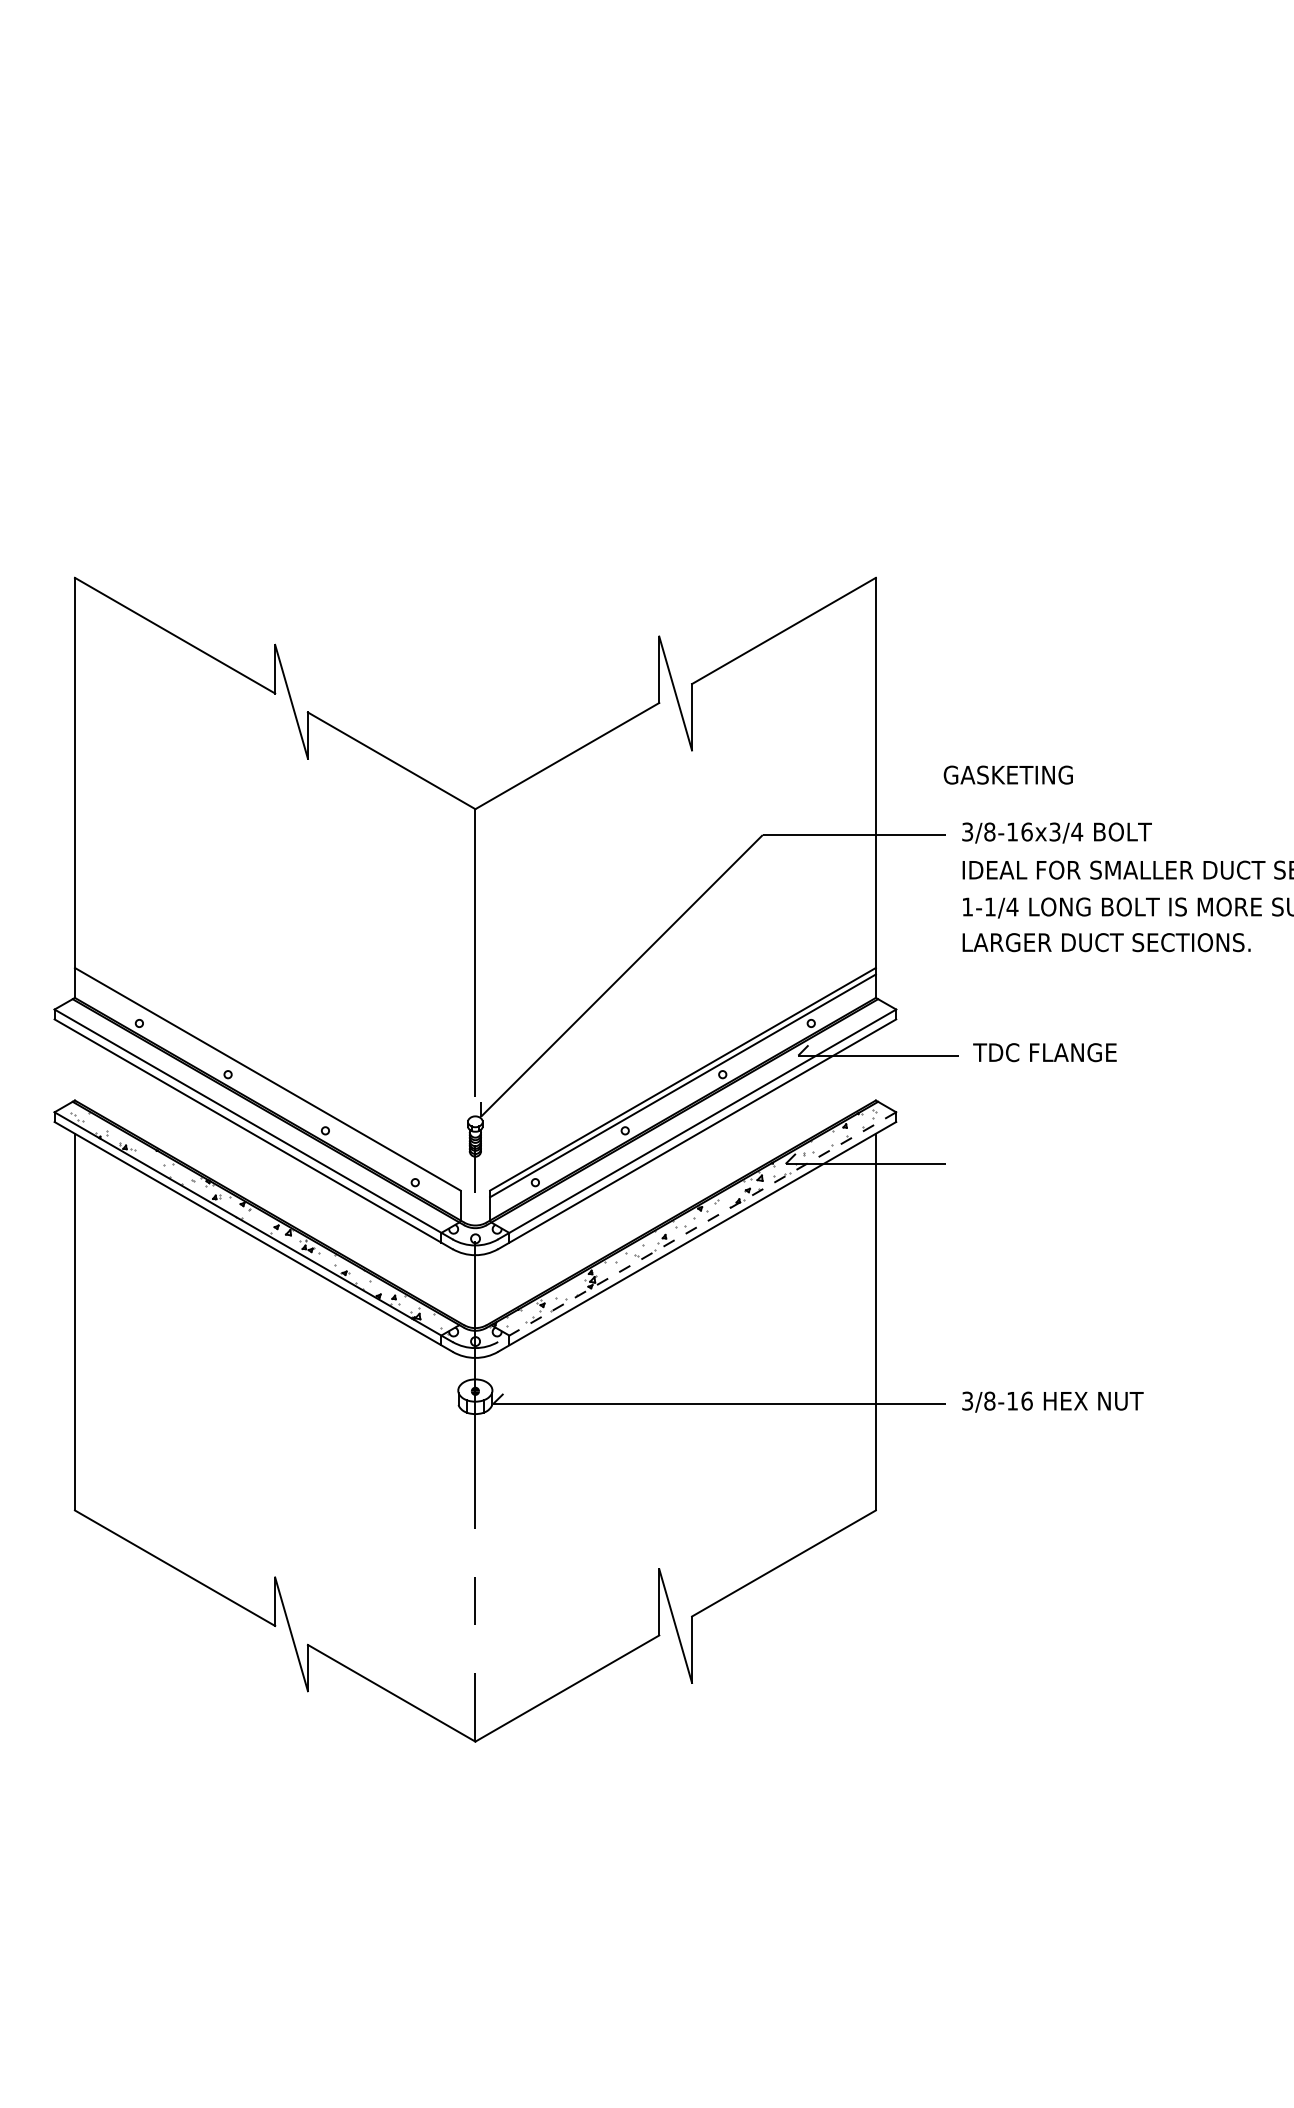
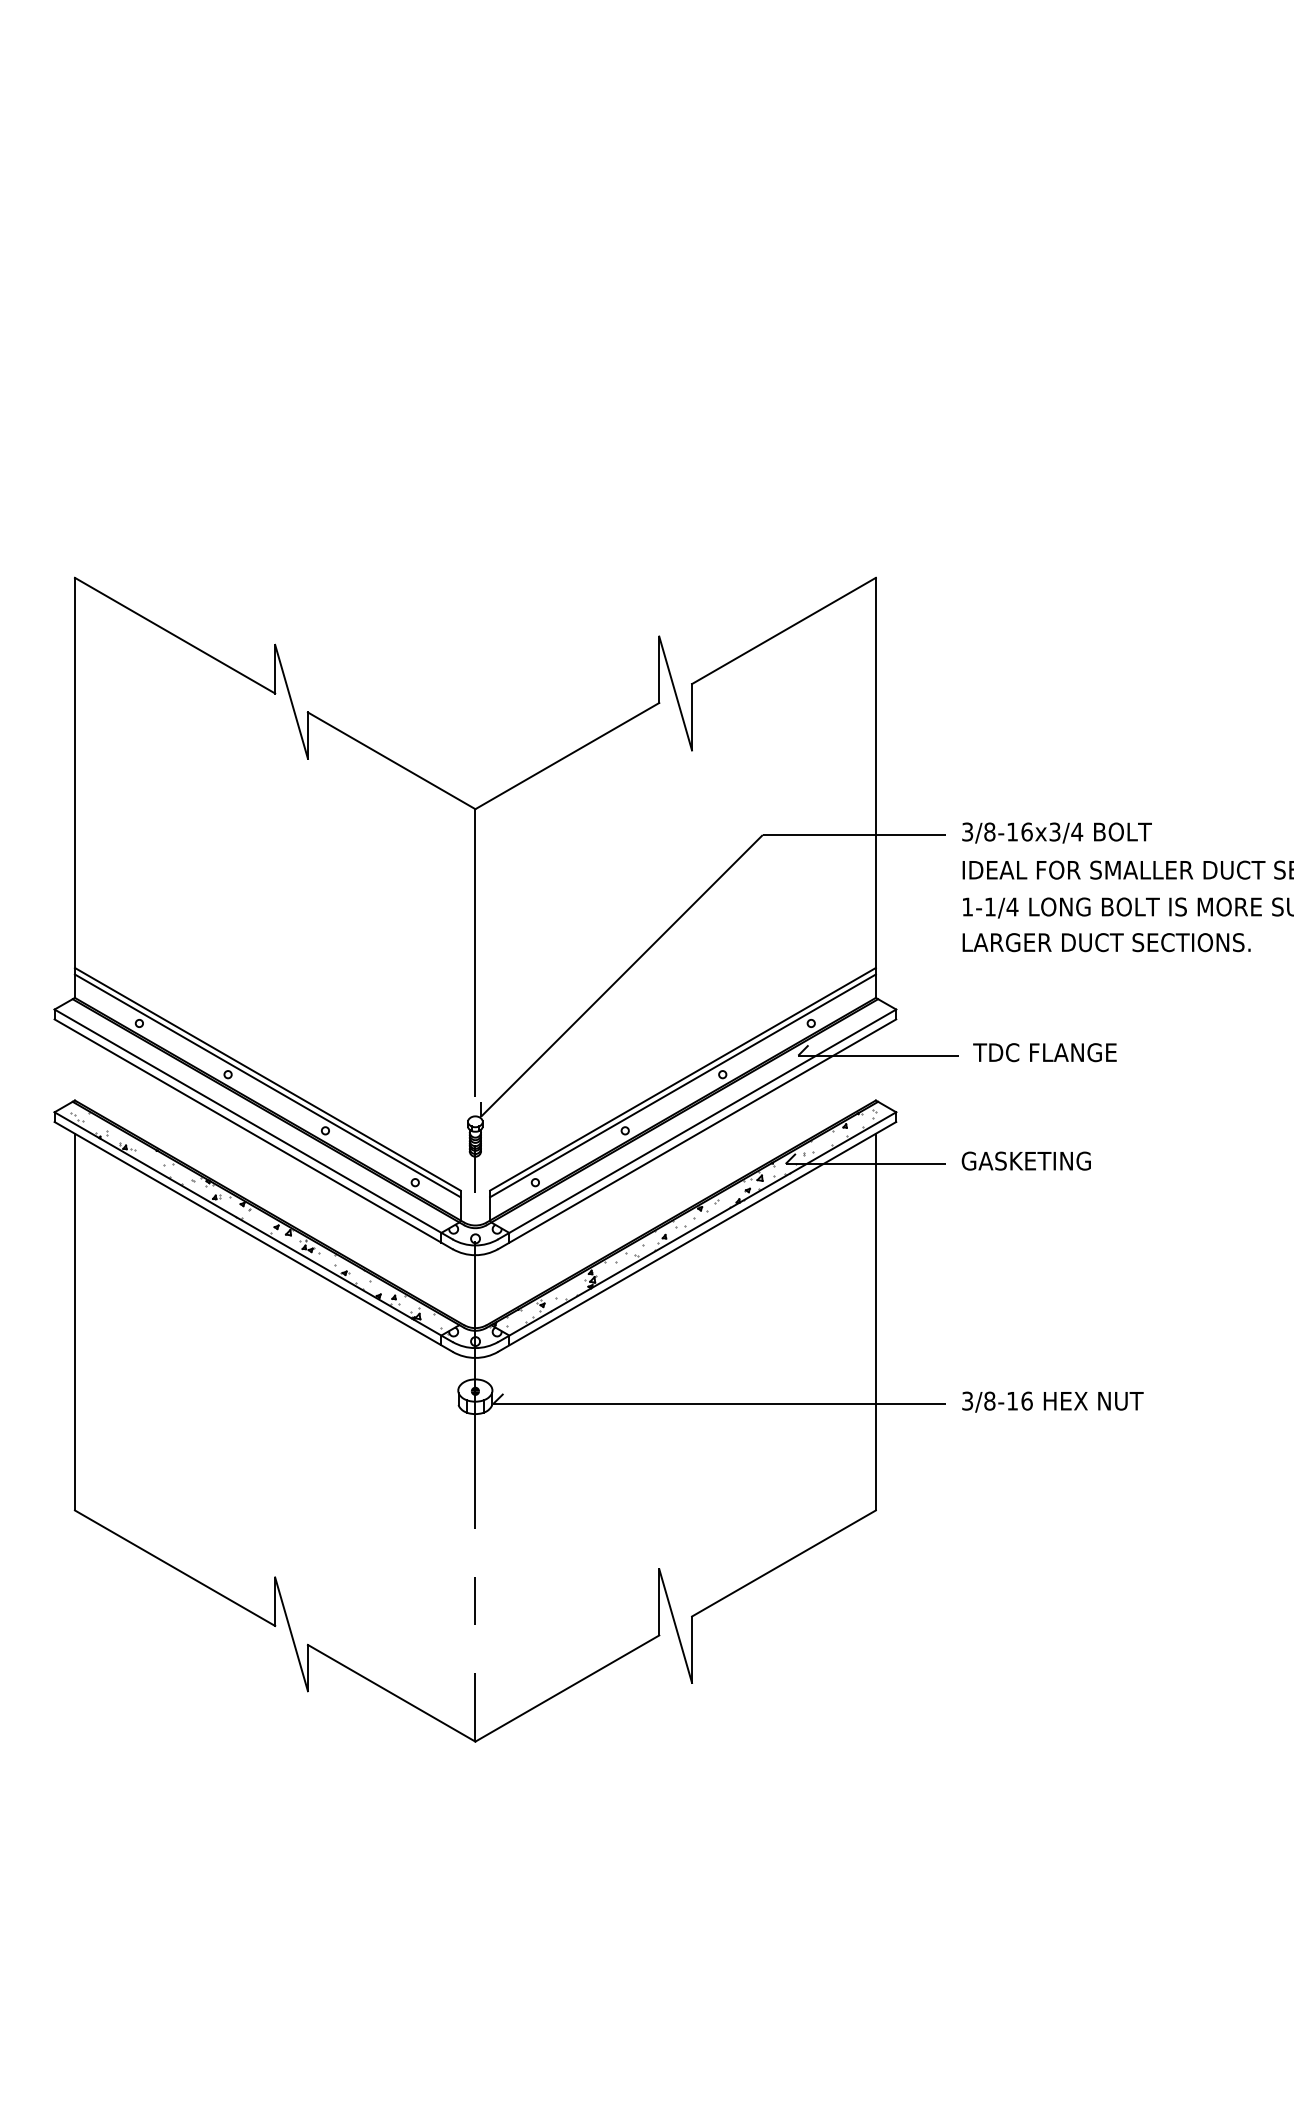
text at (1007, 774) position: (1007, 774) -> (1025, 1160)
line at (267, 1085): none -> present
line at (697, 1227): dashed -> solid
